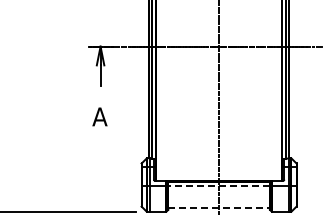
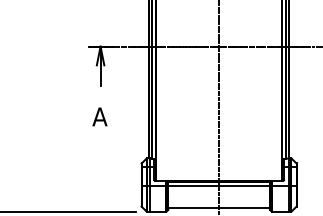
line at (219, 186): dashed -> solid
line at (219, 207): dashed -> solid
